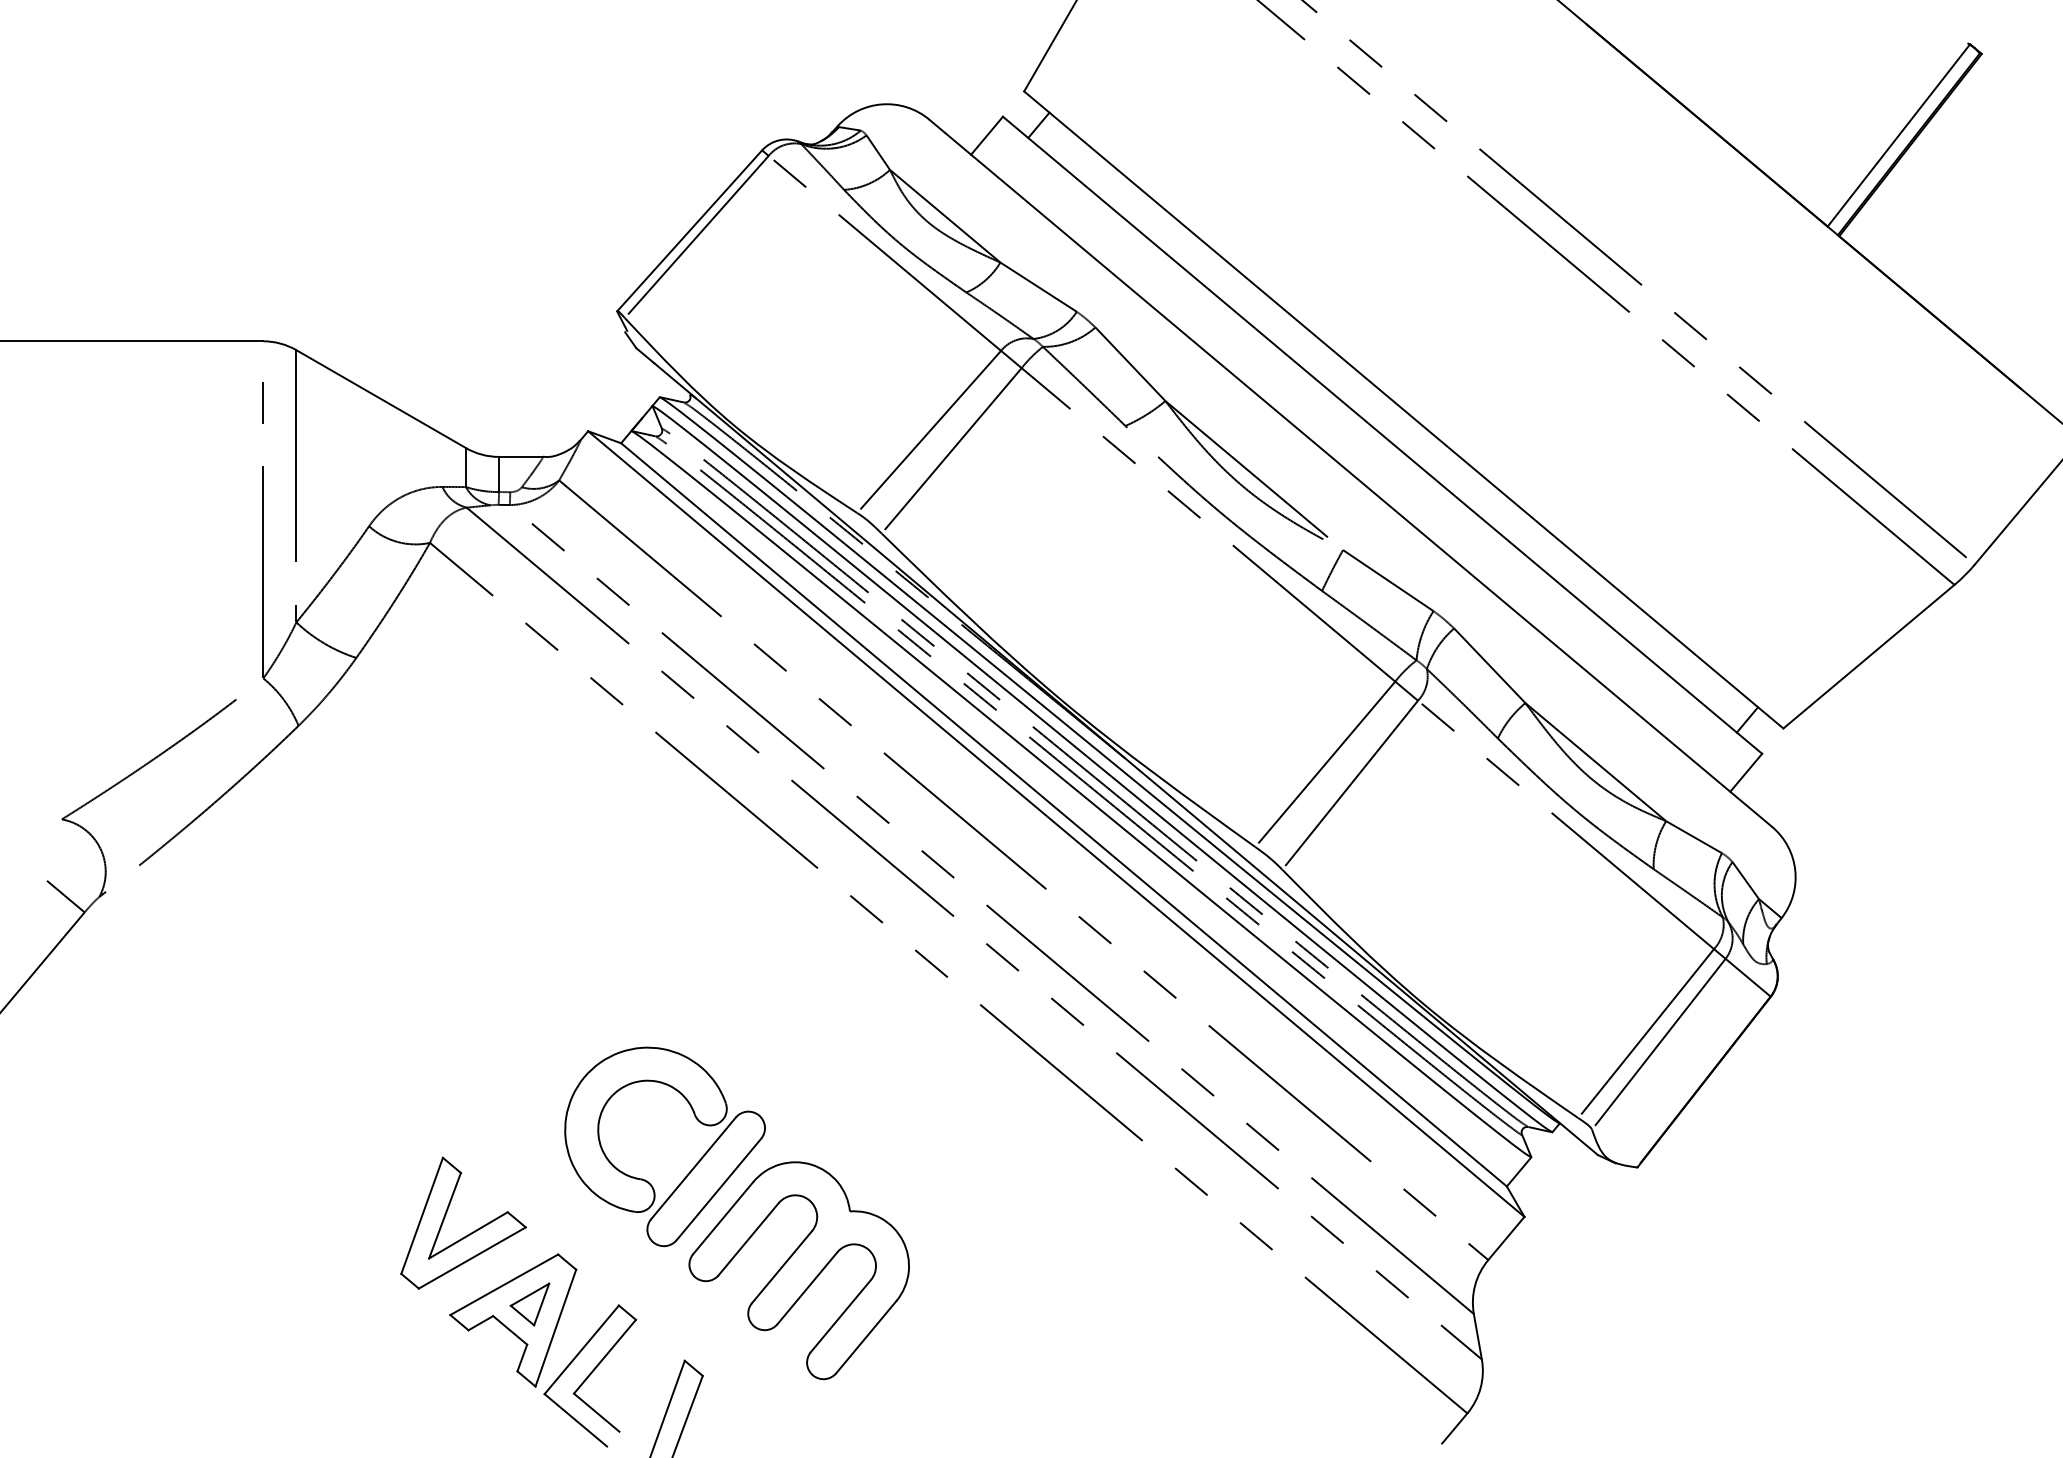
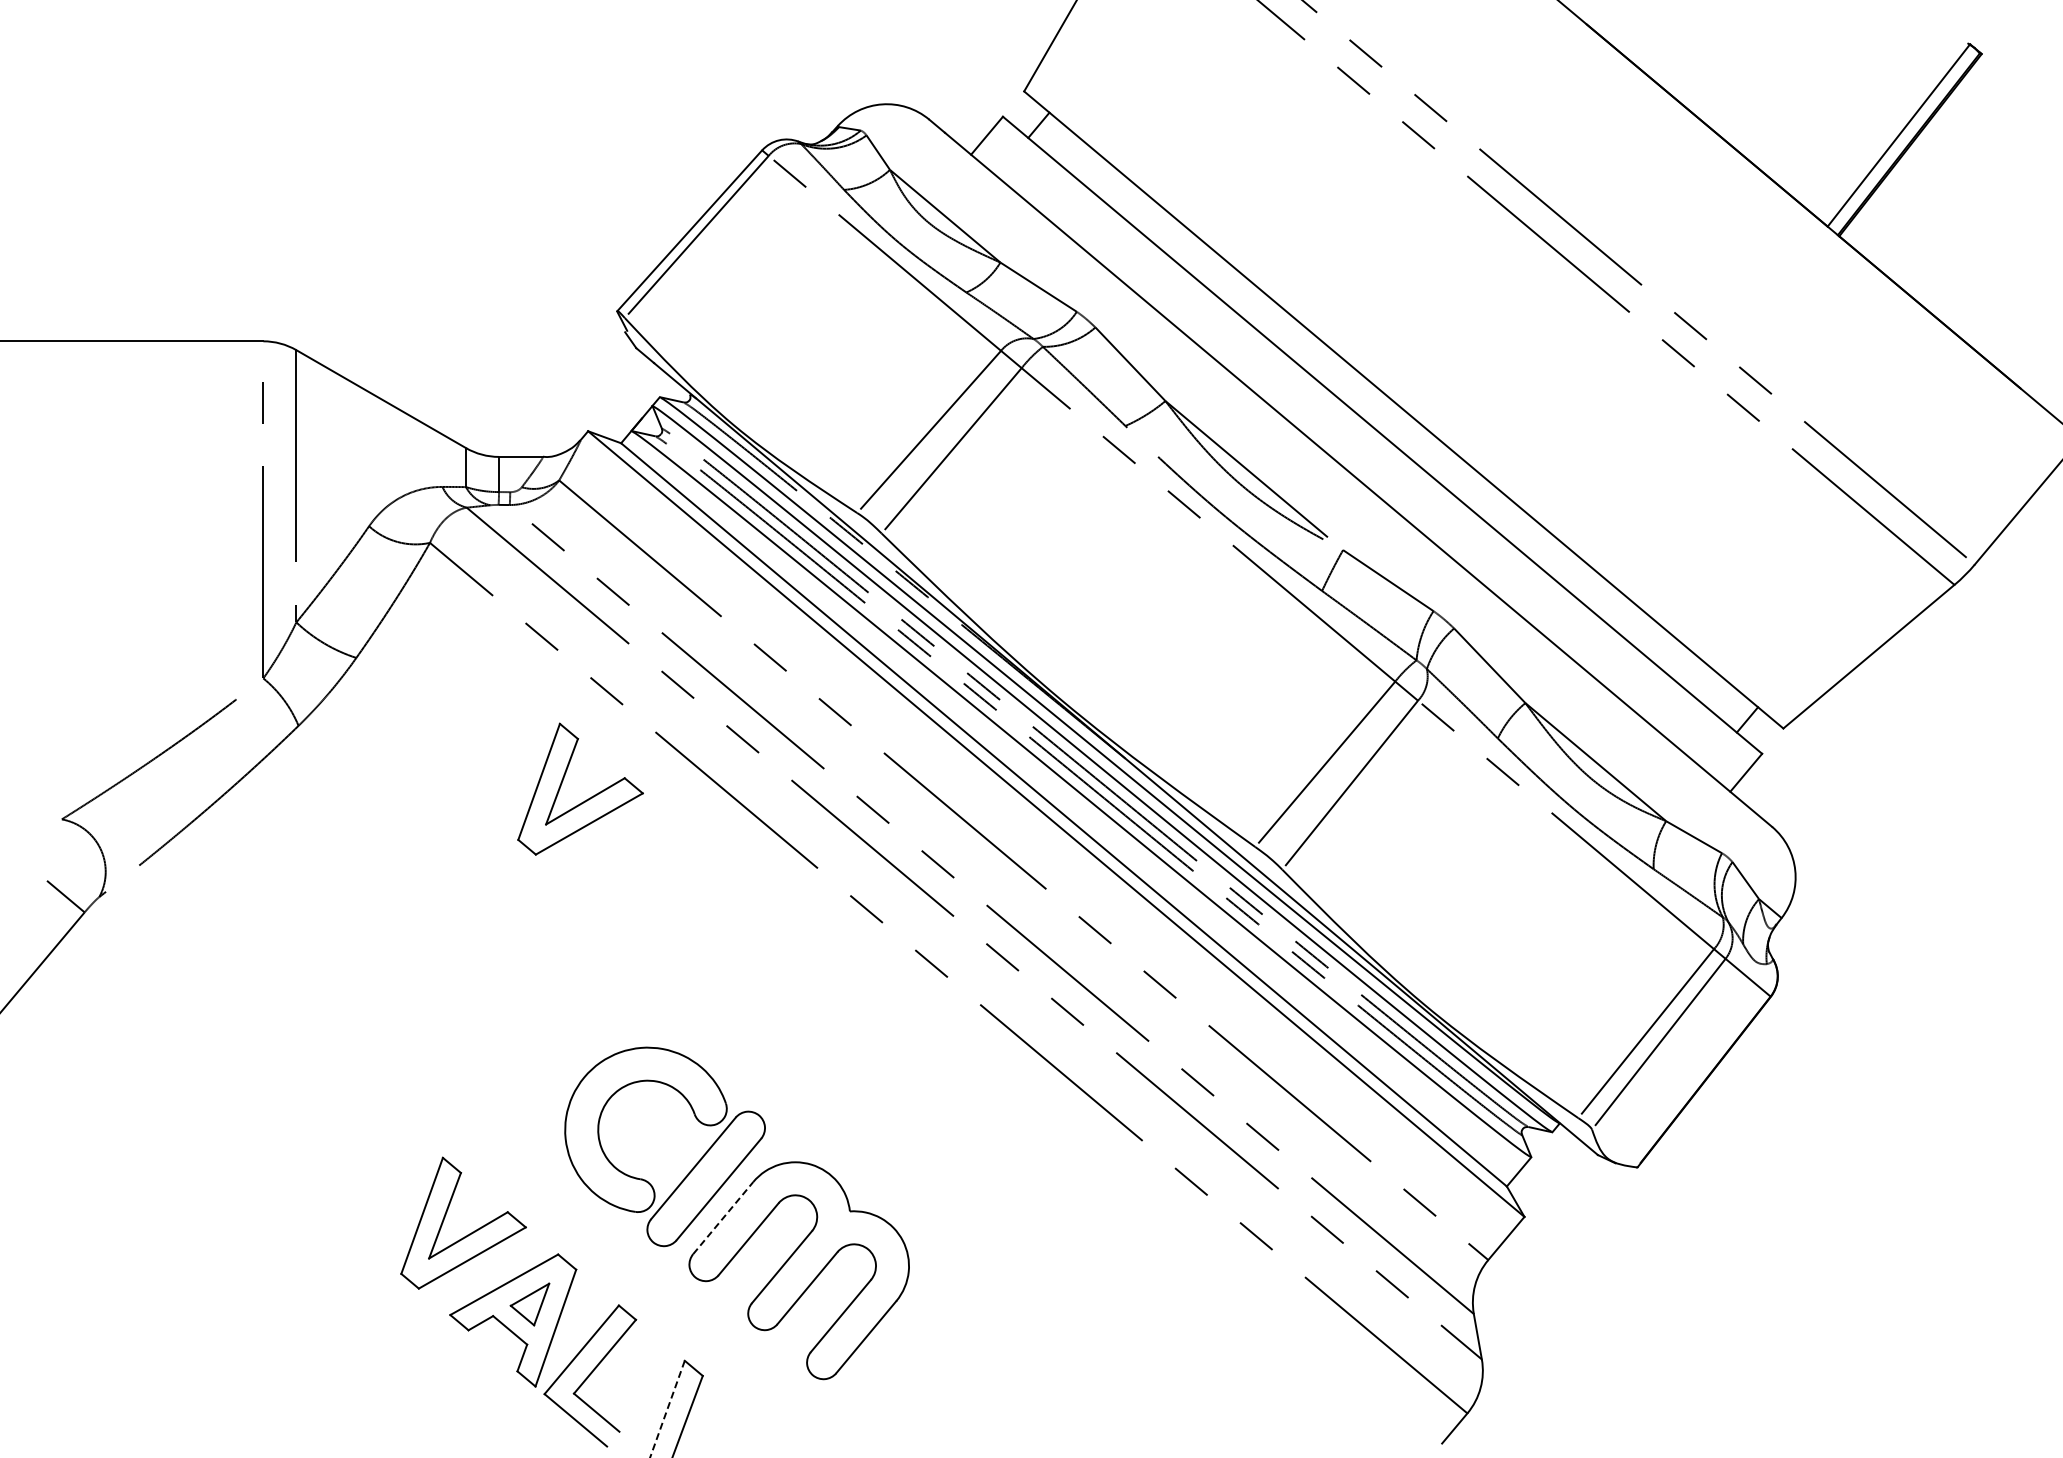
part at (586, 799): none -> present
line at (723, 1218): solid -> dashed
line at (667, 1409): solid -> dashed
